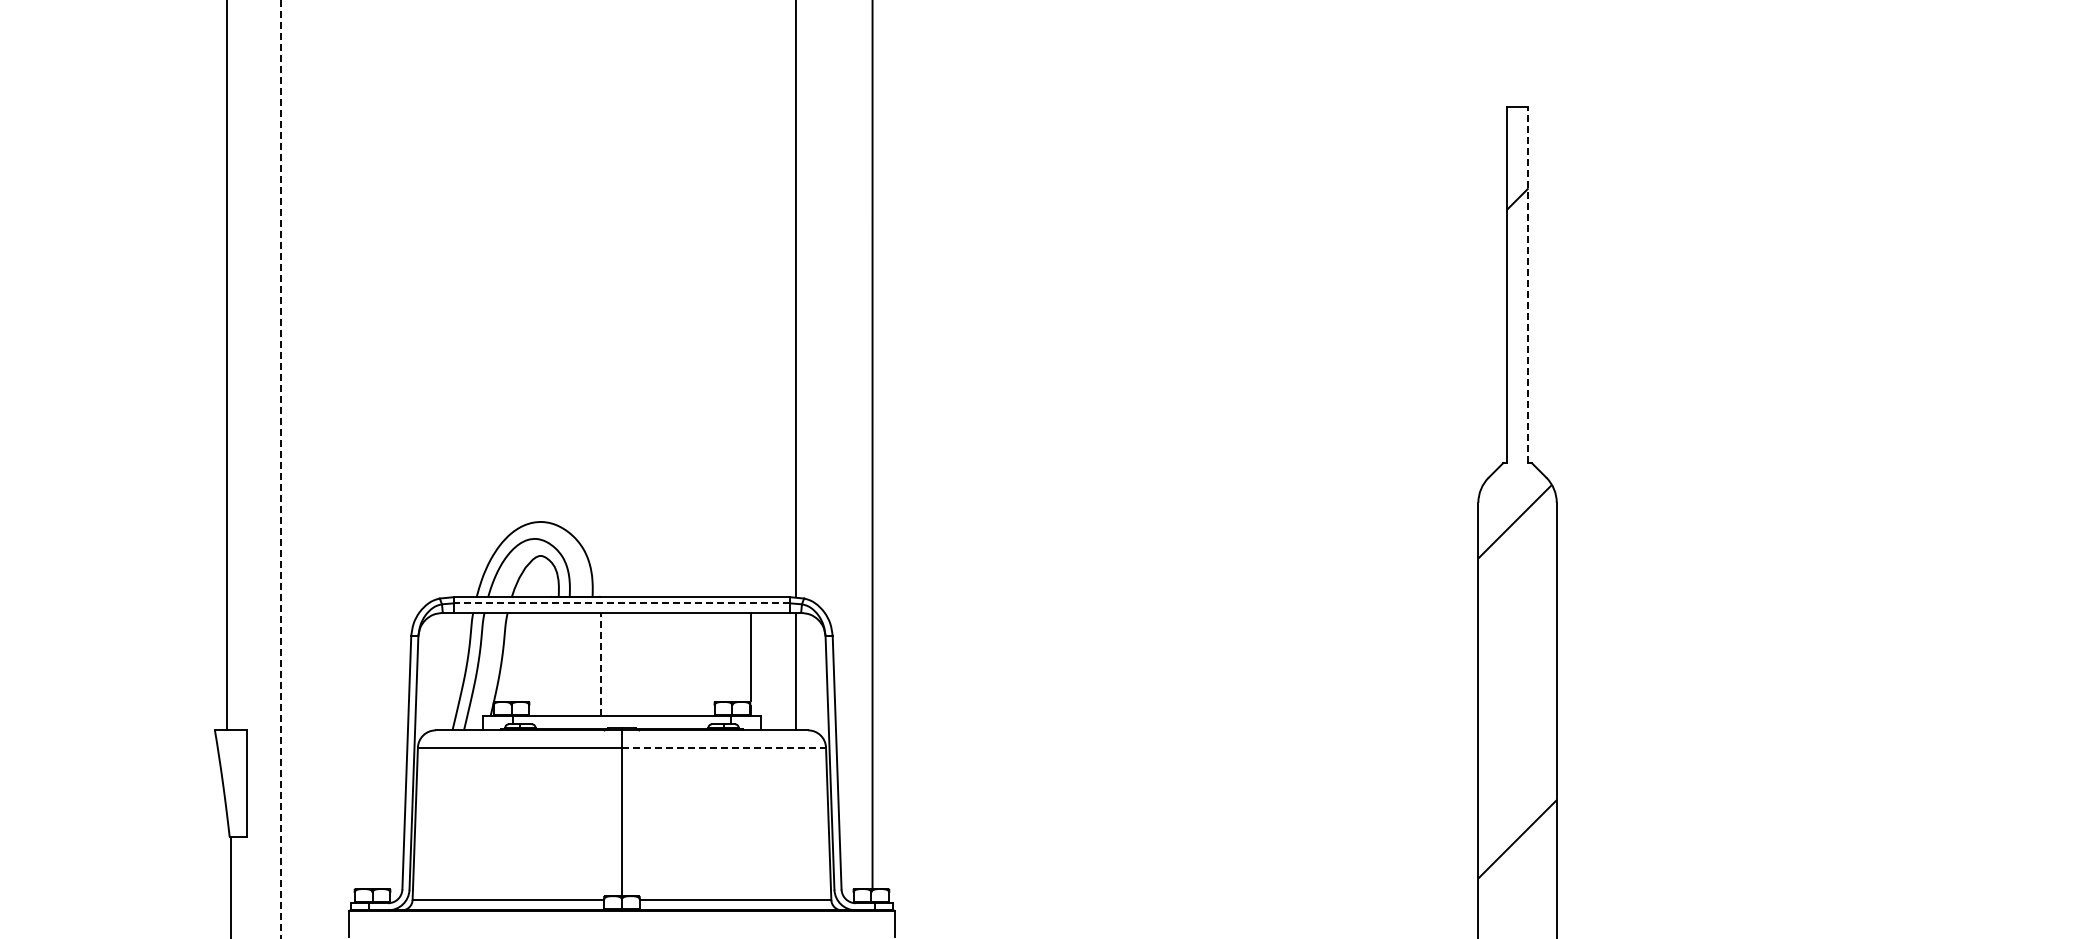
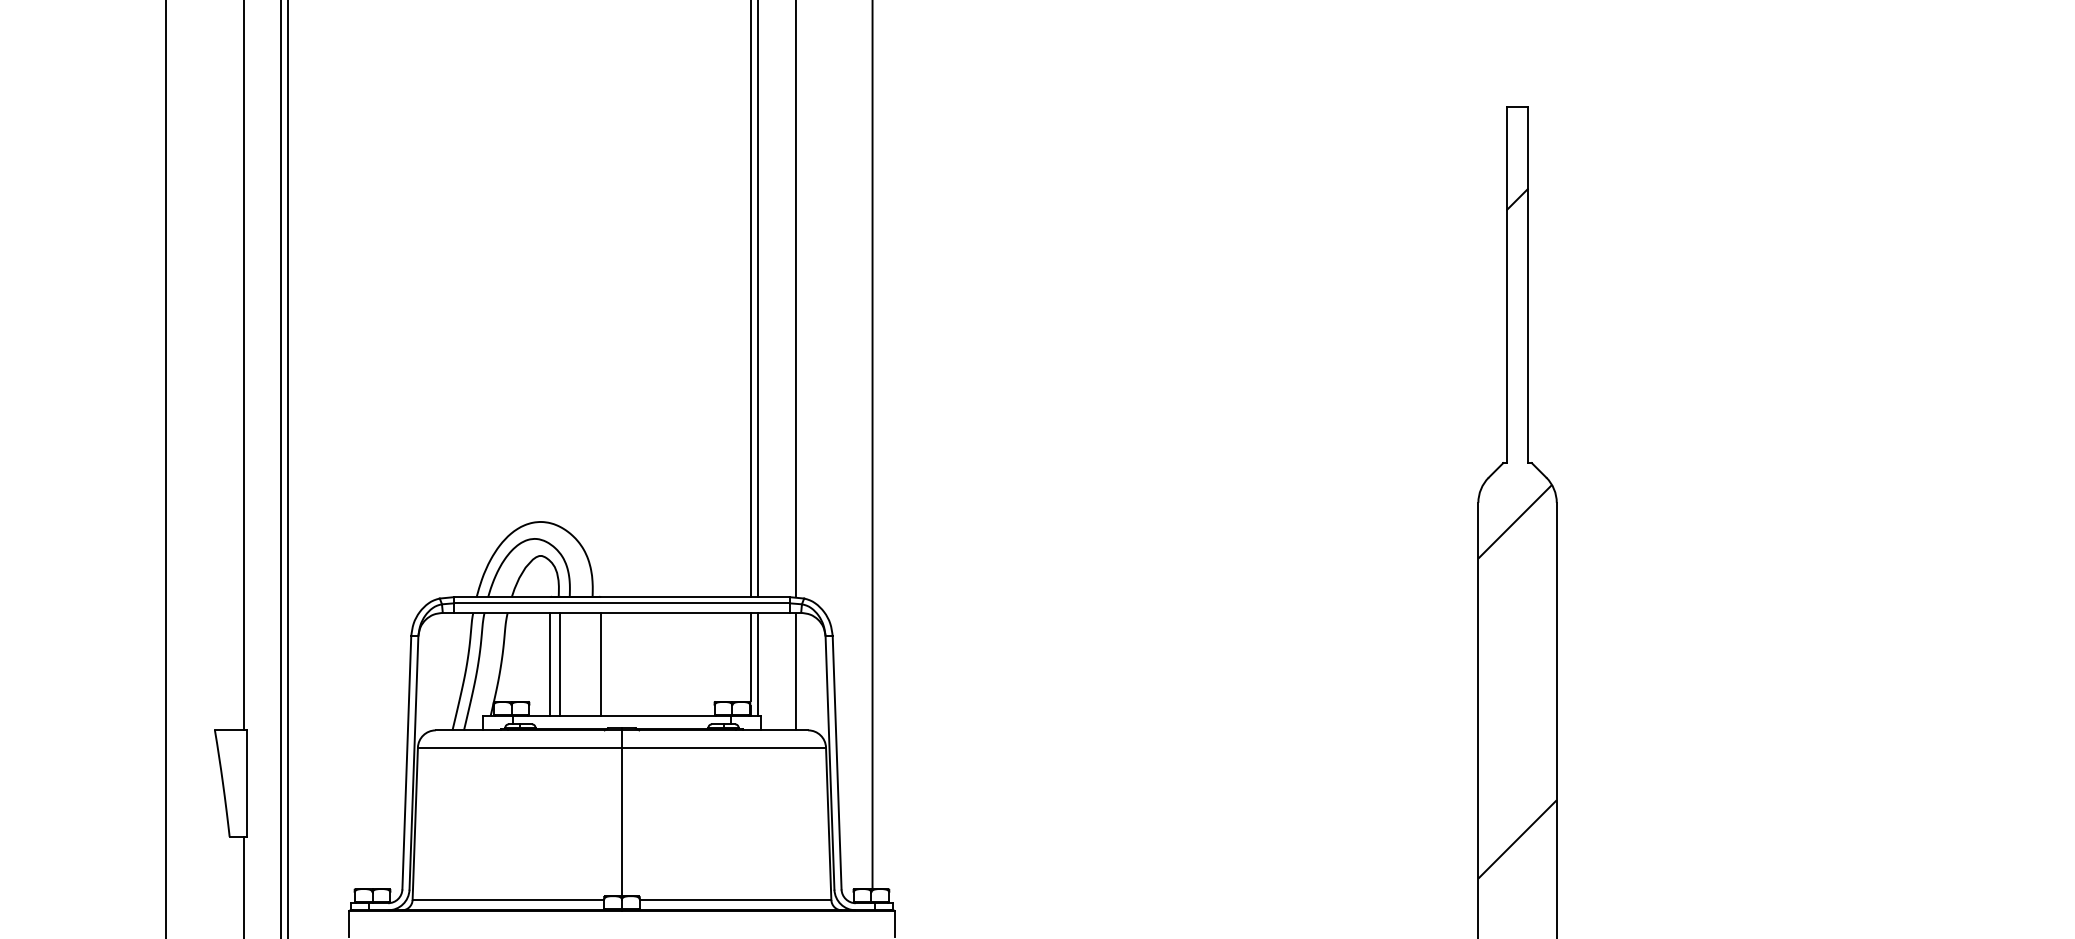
line at (1528, 284): dashed -> solid
line at (751, 299): none -> present
line at (758, 299): none -> present
line at (226, 365) position: (226, 365) -> (243, 365)
line at (166, 468): none -> present
line at (288, 468): none -> present
line at (281, 470): dashed -> solid
line at (621, 603): dashed -> solid
line at (550, 664): none -> present
line at (560, 664): none -> present
line at (600, 664): dashed -> solid
line at (758, 664): none -> present
line at (724, 747): dashed -> solid
line at (230, 885) position: (230, 885) -> (243, 885)
